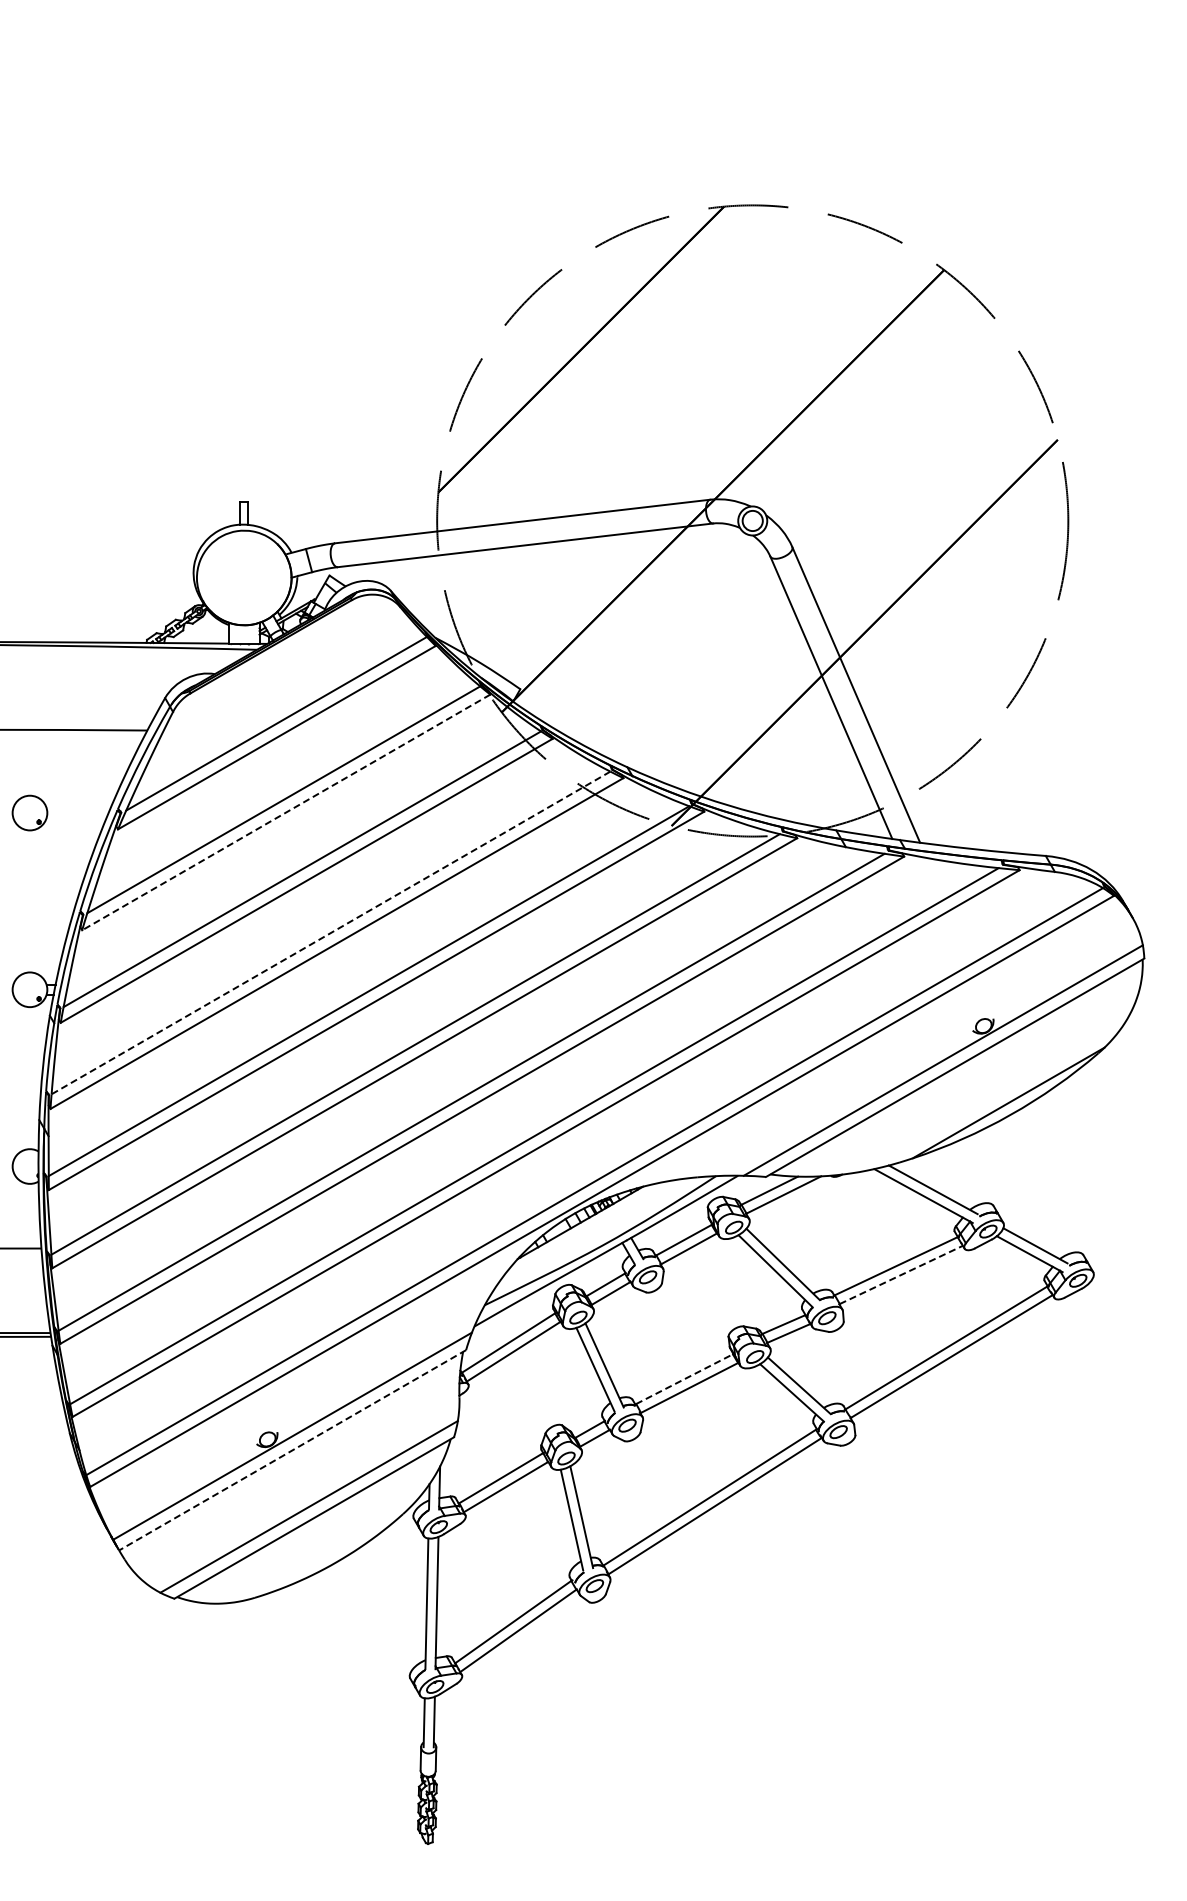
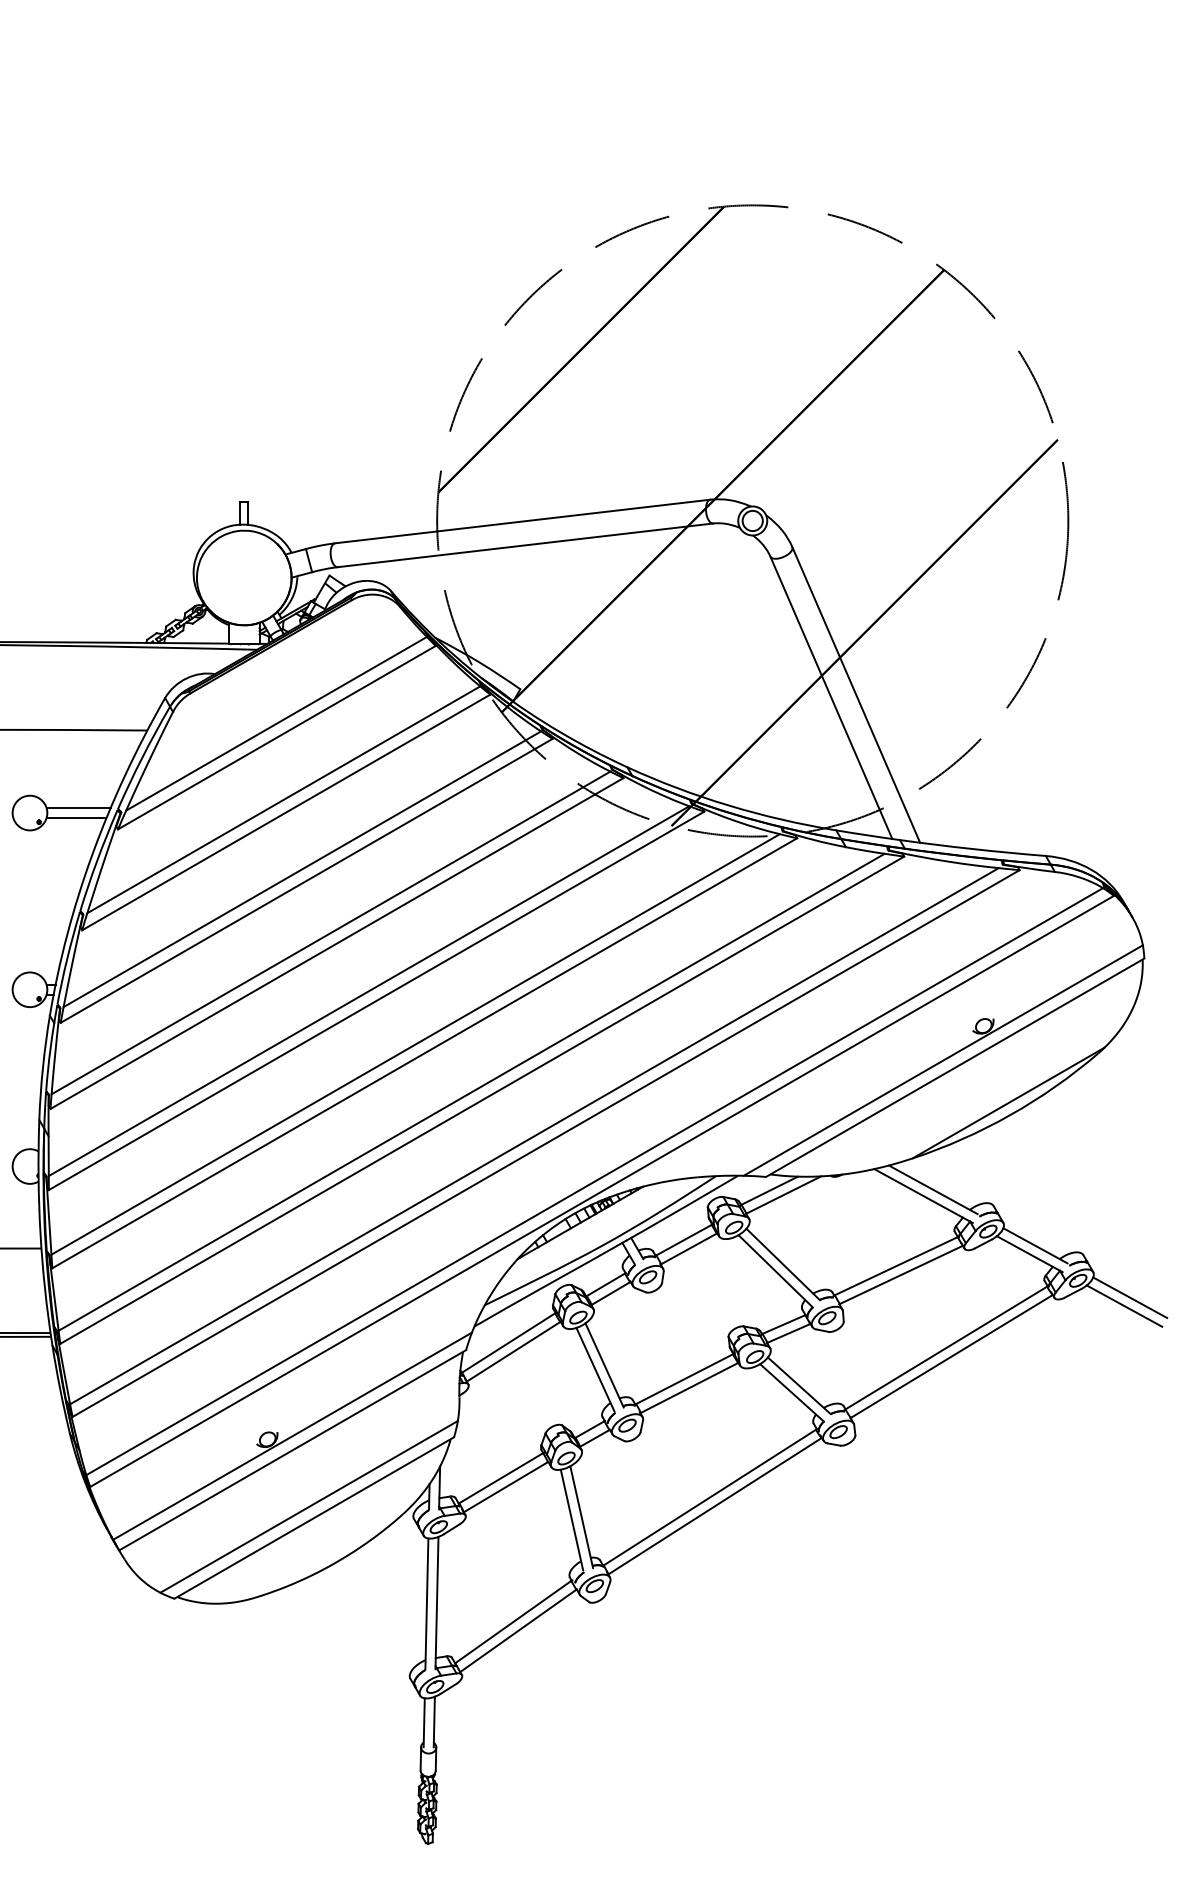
line at (78, 808): none -> present
line at (286, 812): dashed -> solid
line at (76, 818): none -> present
line at (331, 932): dashed -> solid
line at (901, 1274): dashed -> solid
line at (1130, 1297): none -> present
line at (1124, 1305): none -> present
line at (684, 1379): dashed -> solid
line at (292, 1450): dashed -> solid
